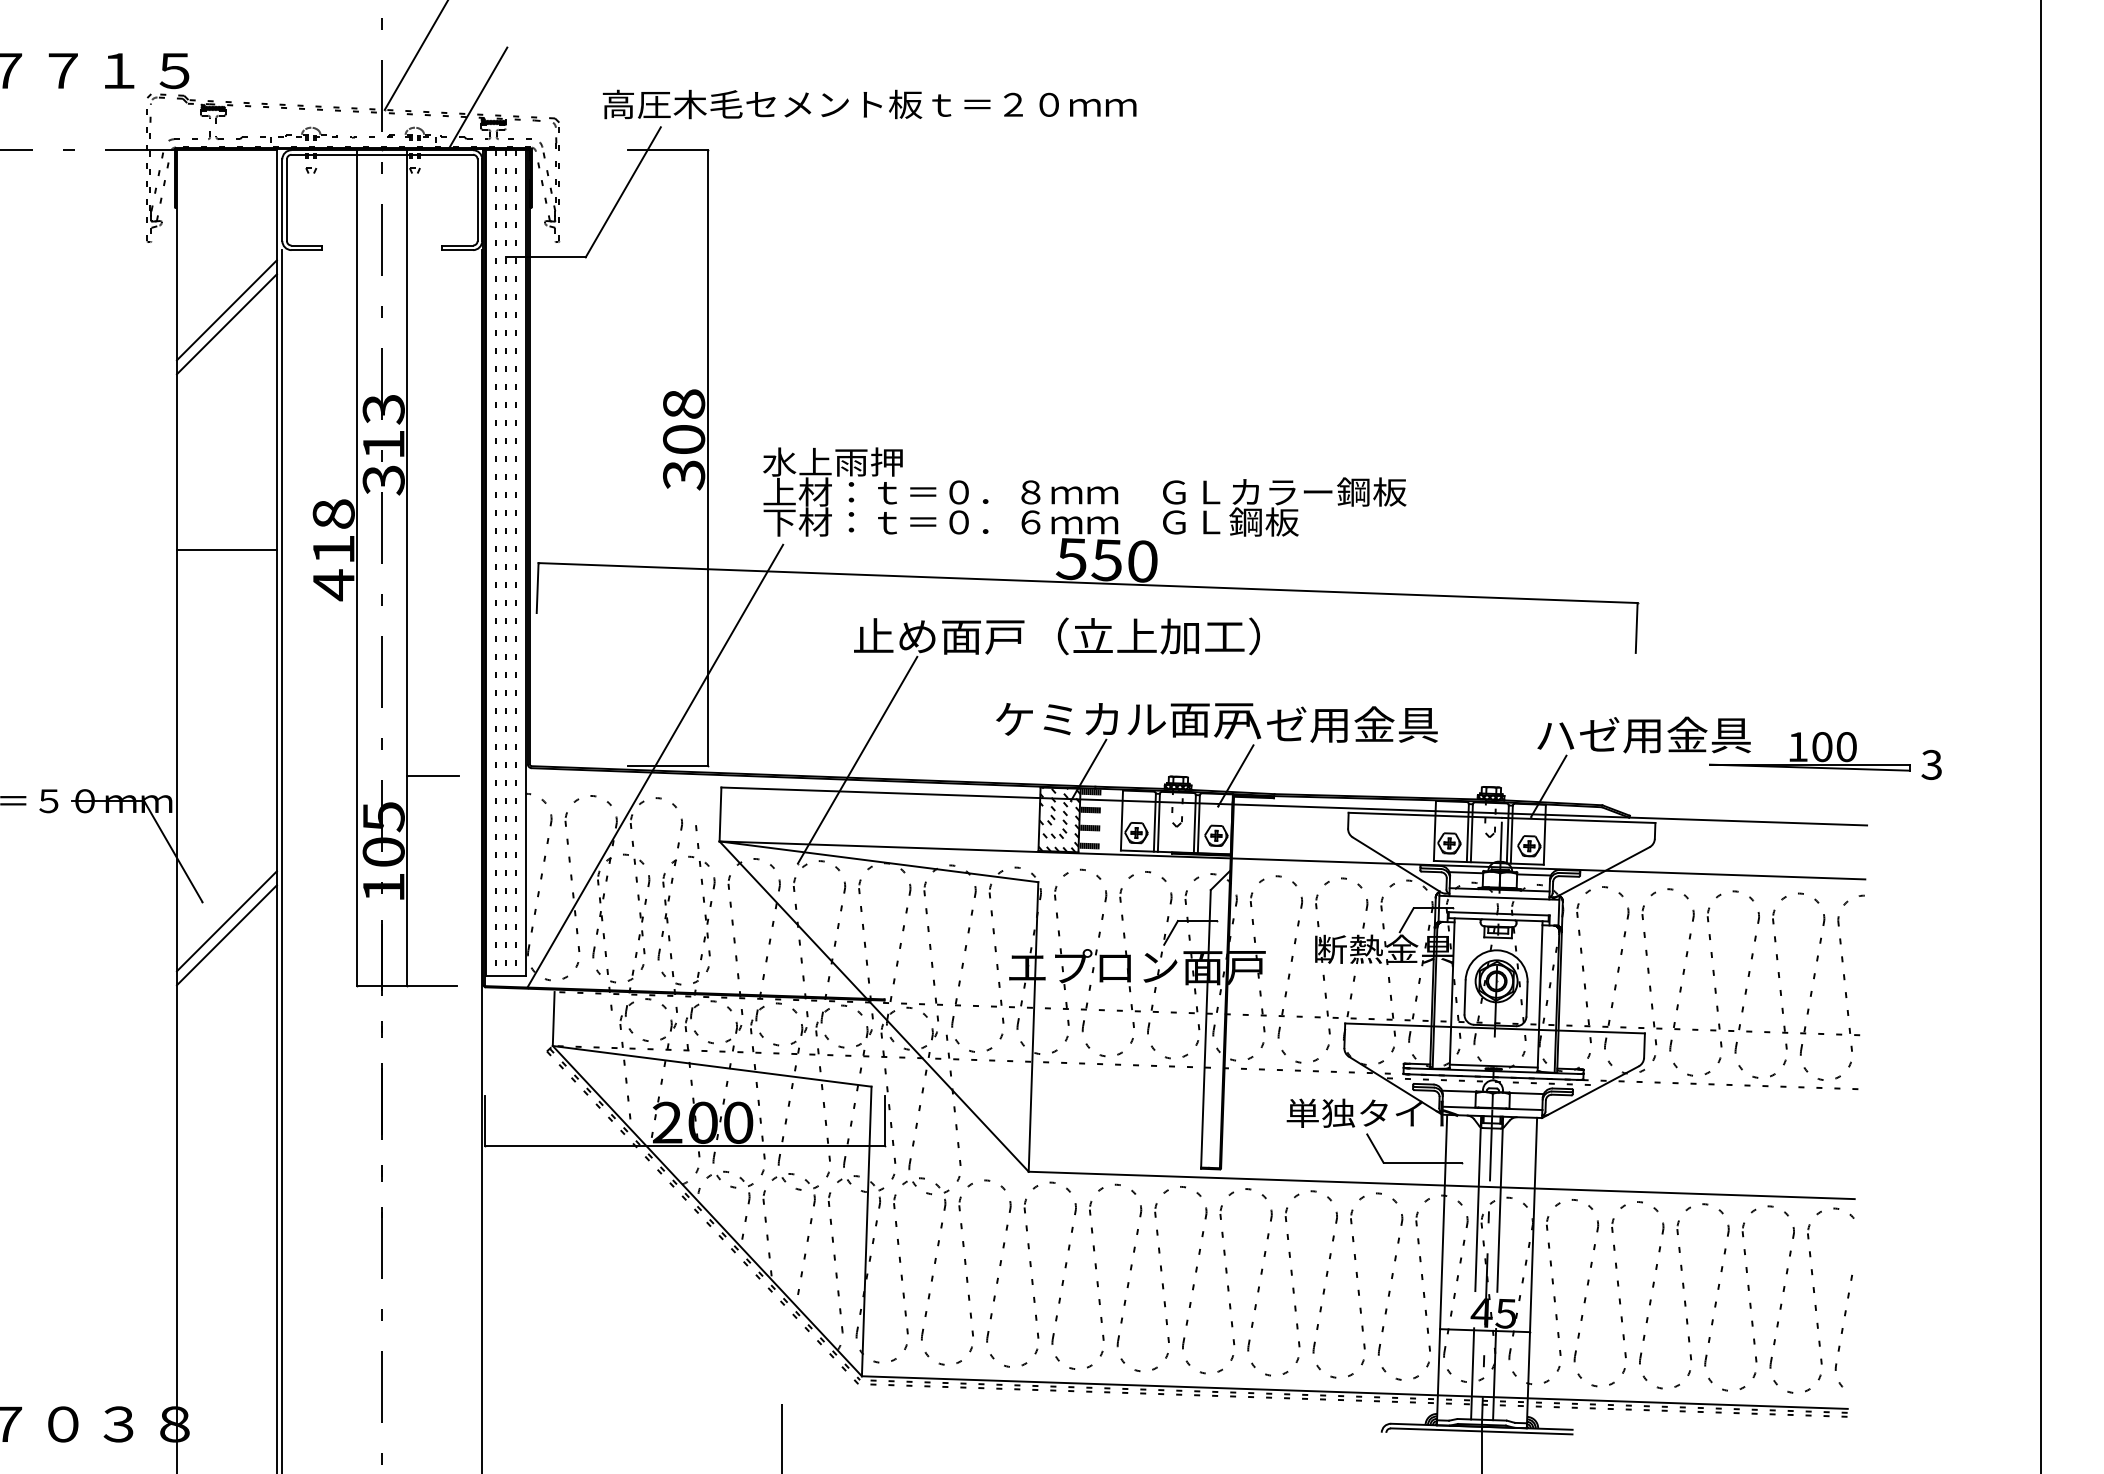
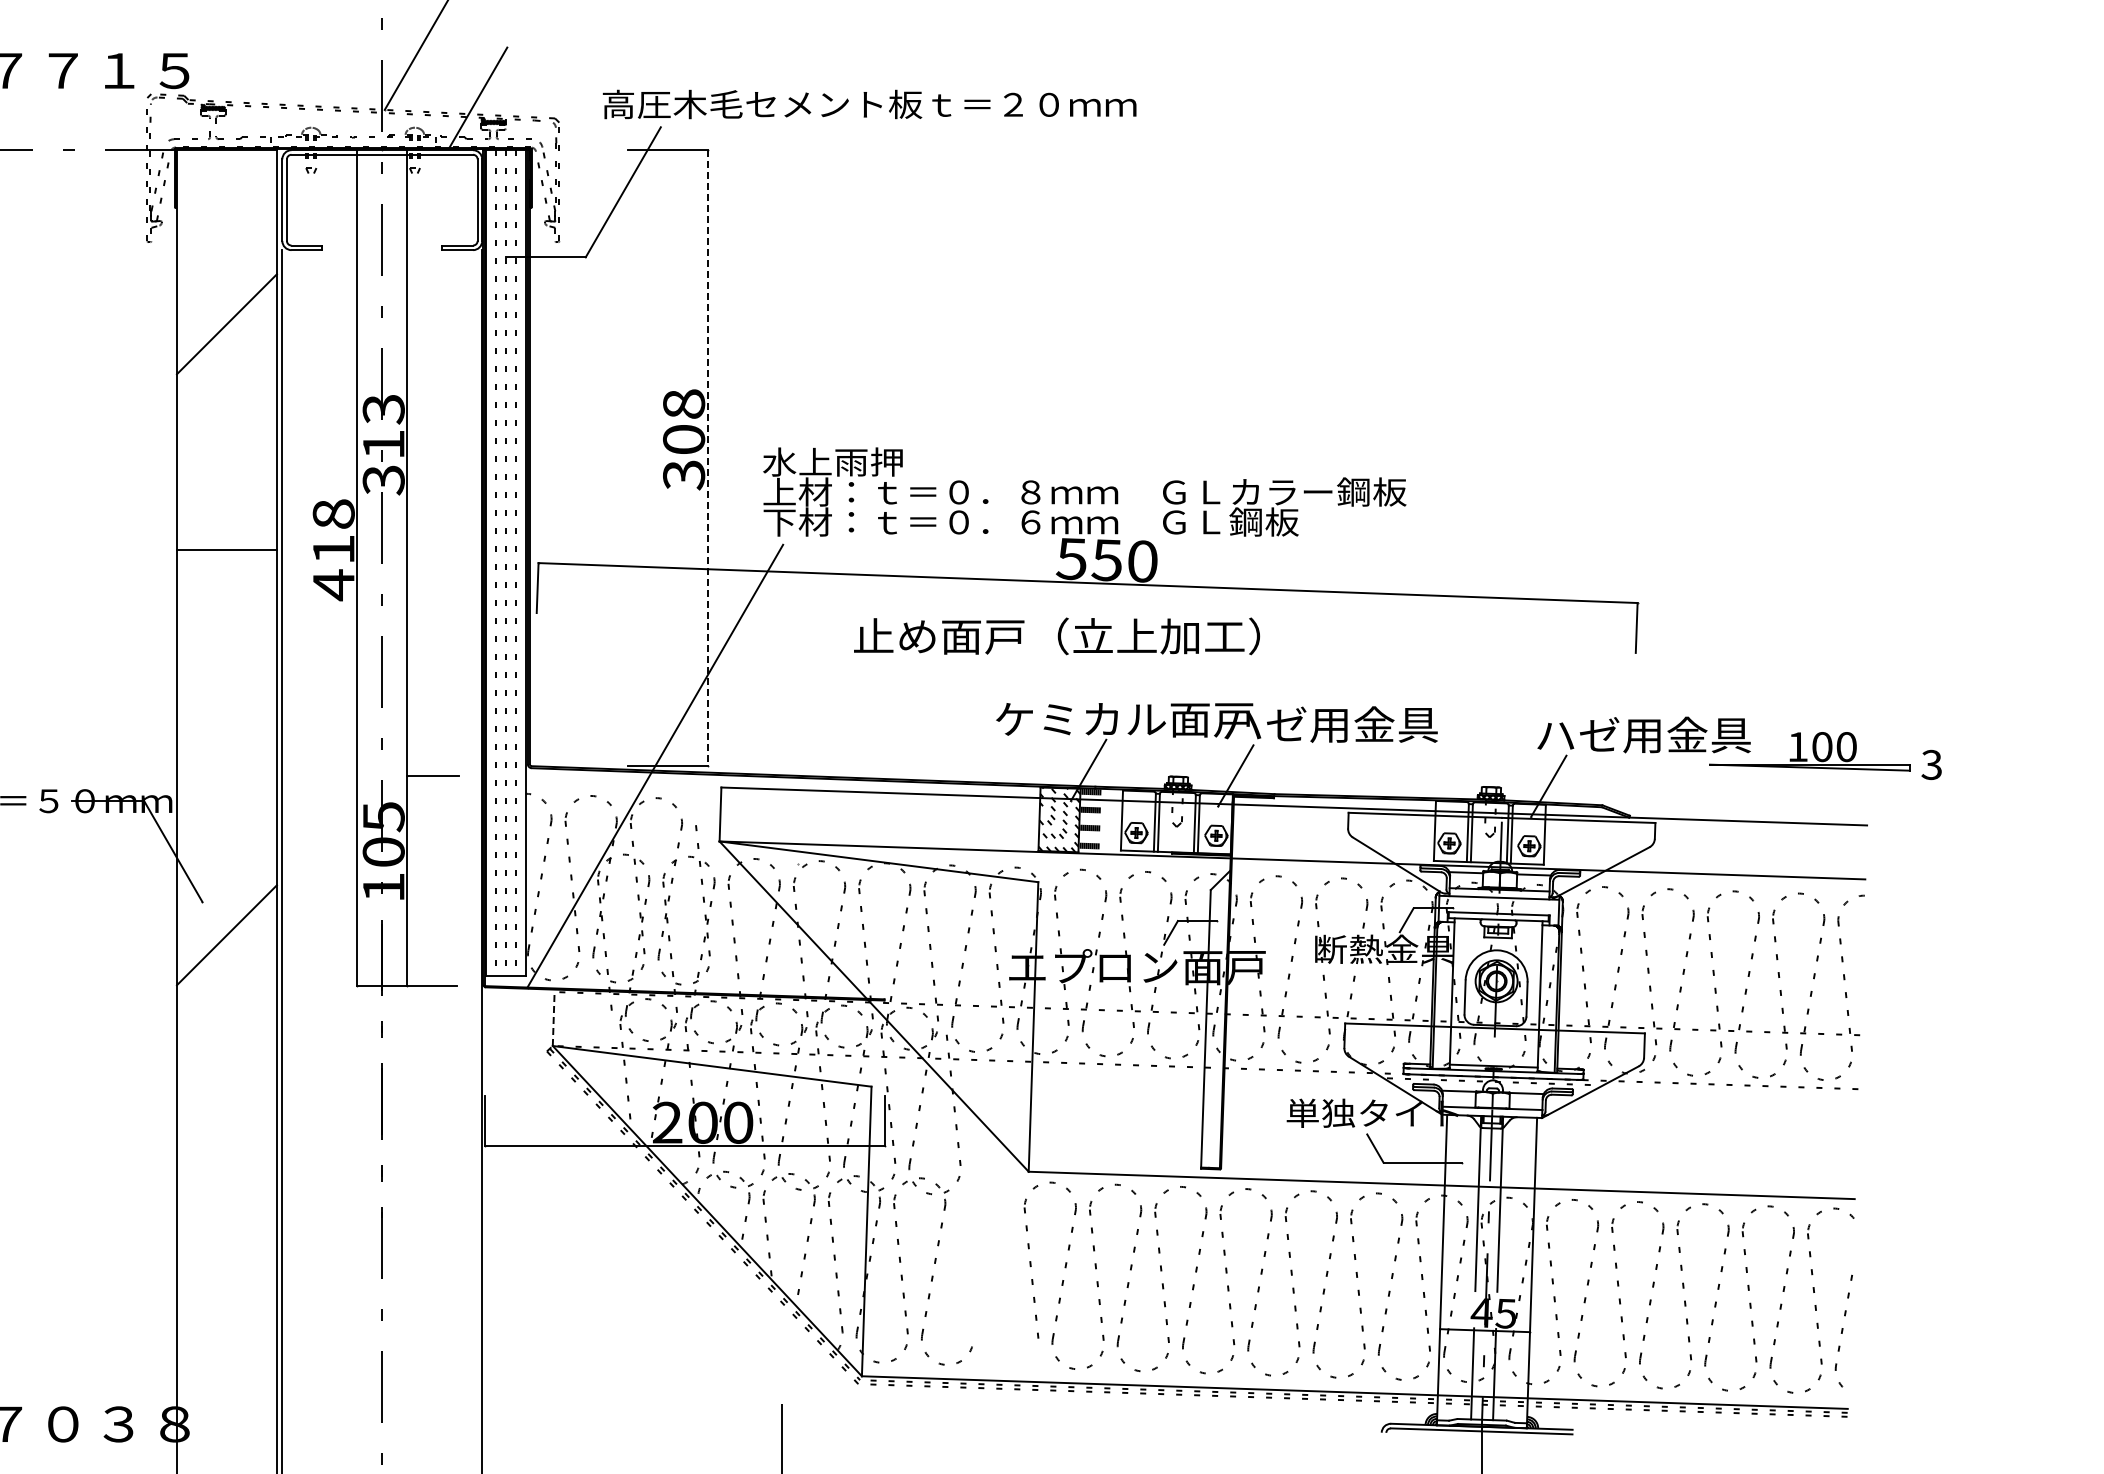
line at (226, 310): present -> none
line at (707, 458): solid -> dashed
line at (2040, 736): present -> none
line at (857, 759): present -> none
line at (226, 921): present -> none
line at (553, 1019): solid -> dashed
part at (998, 1273): present -> none
